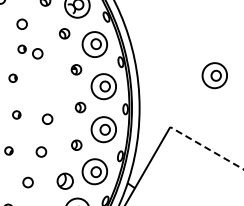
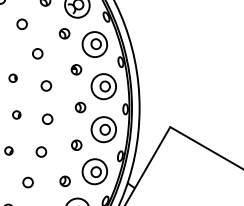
part at (21, 48): present -> none
part at (214, 75): present -> none
circle at (46, 85): none -> present
line at (206, 148): dashed -> solid
part at (64, 180) size: 18x18 px -> 12x13 px
